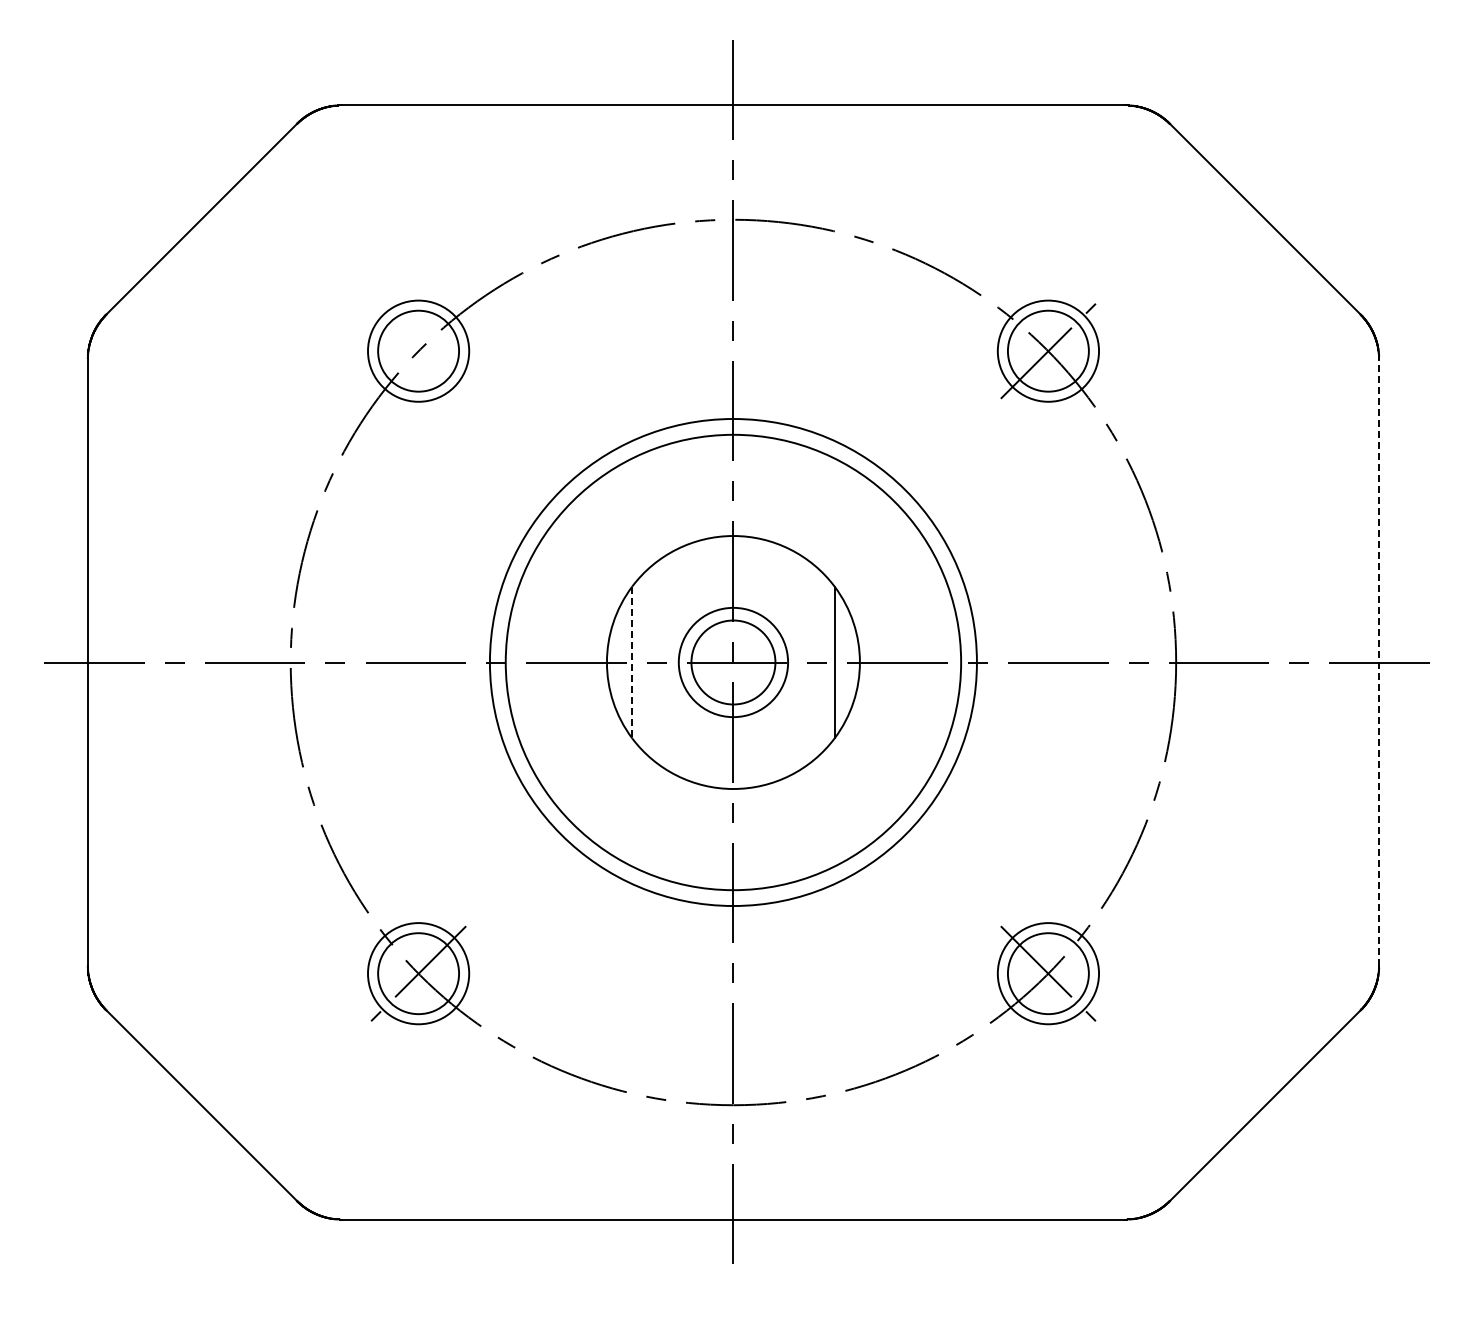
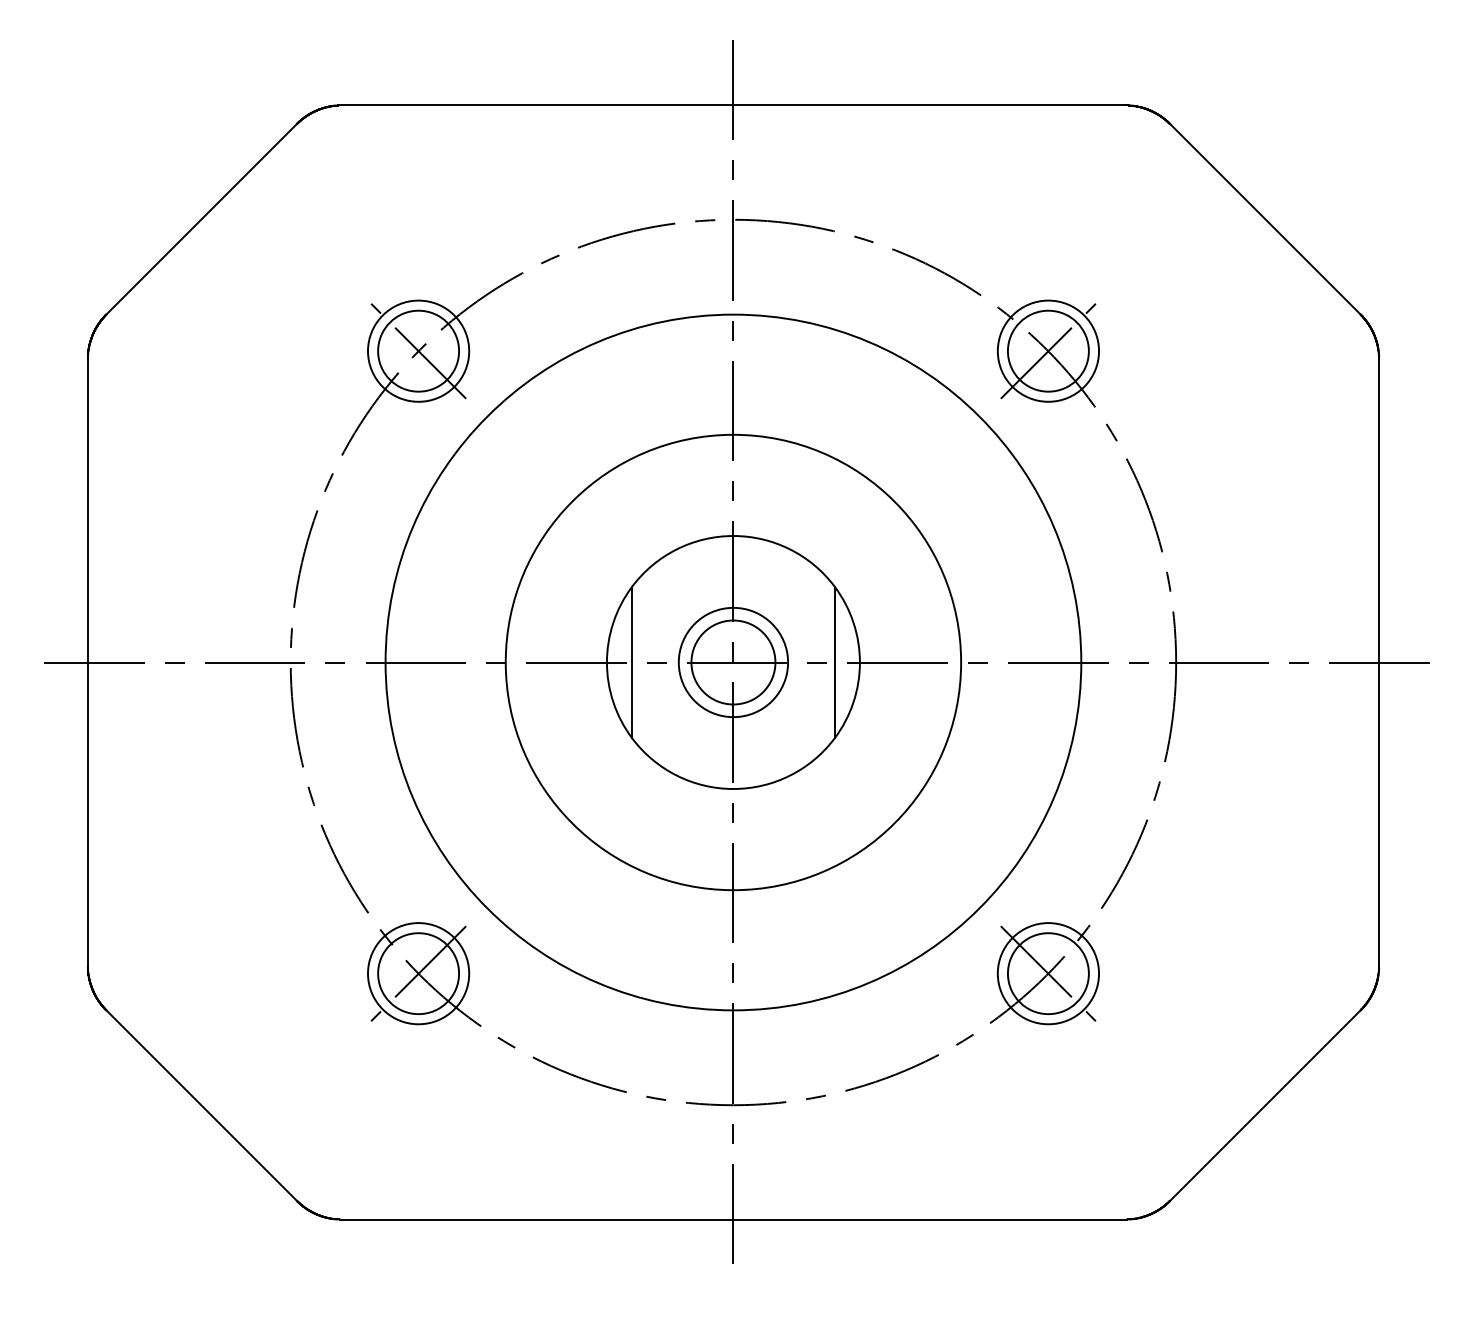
line at (418, 350): none -> present
line at (632, 662): dashed -> solid
circle at (732, 662) diameter: 487 px -> 696 px
line at (1379, 662): dashed -> solid
